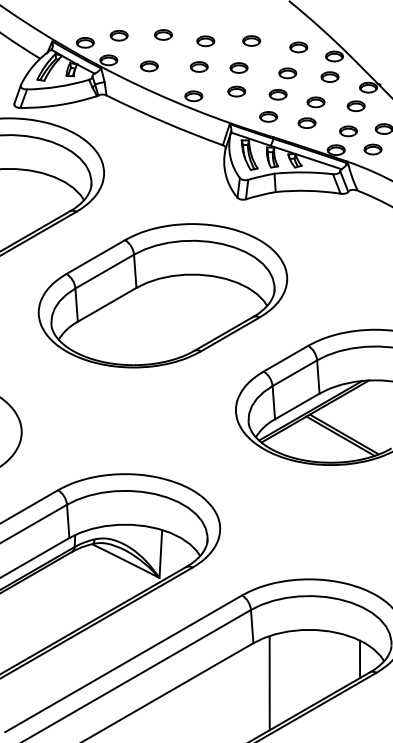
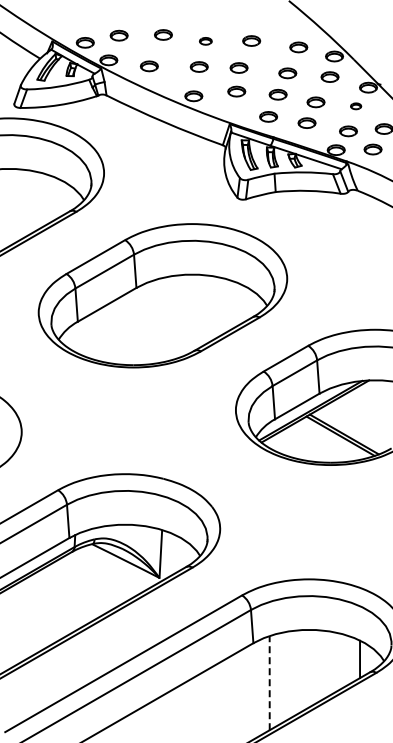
part at (205, 41) size: 20x13 px -> 14x9 px
part at (355, 106) size: 20x13 px -> 13x9 px
line at (269, 683): solid -> dashed
